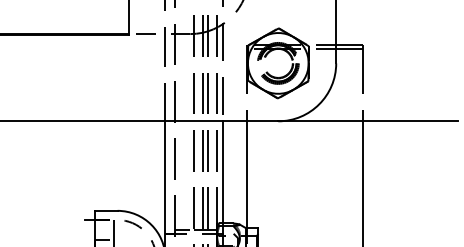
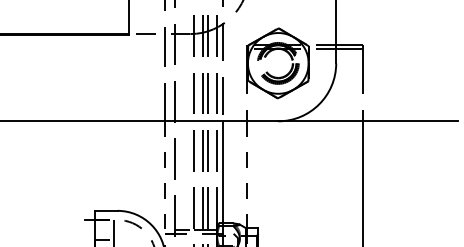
line at (246, 175): solid -> dashed
line at (165, 184): solid -> dashed
